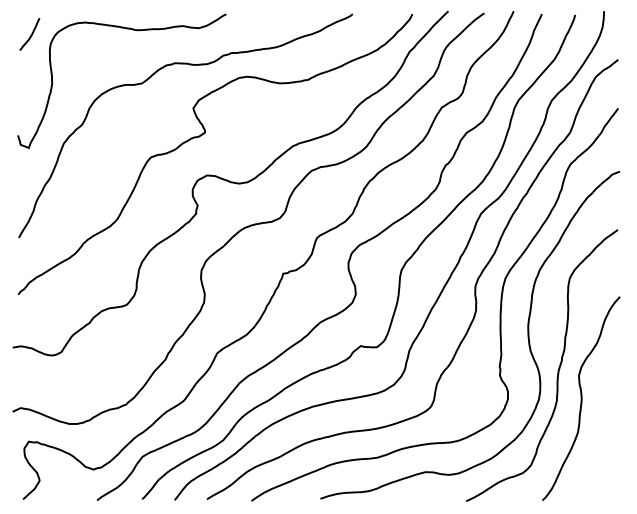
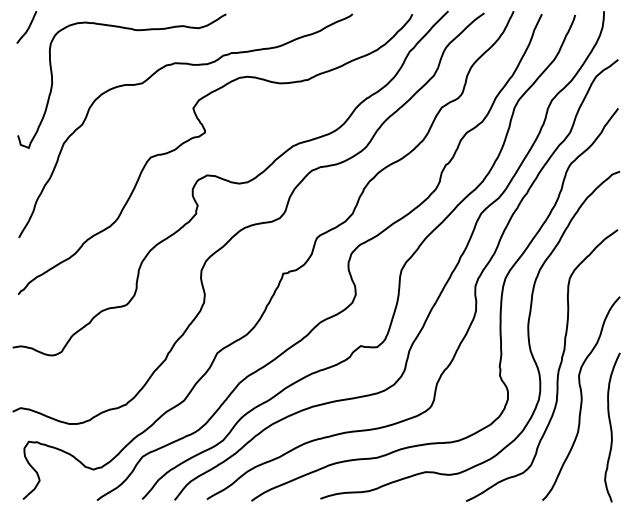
curve at (30, 35) position: (30, 35) -> (27, 28)
curve at (611, 427): none -> present
